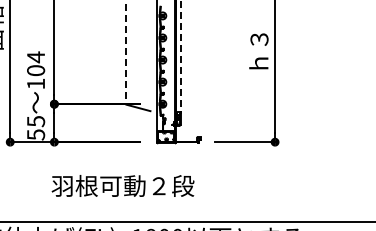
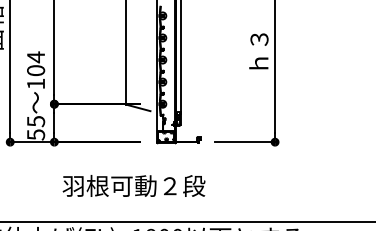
line at (126, 52): dashed -> solid
line at (180, 57): dashed -> solid
text at (122, 185) position: (122, 185) -> (133, 185)
